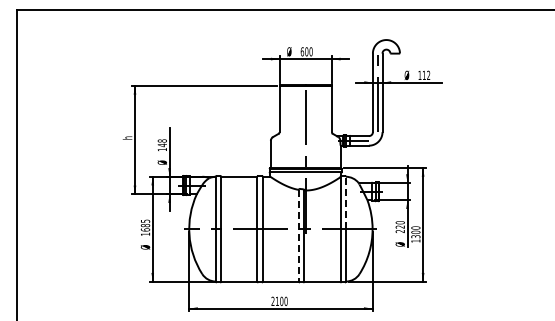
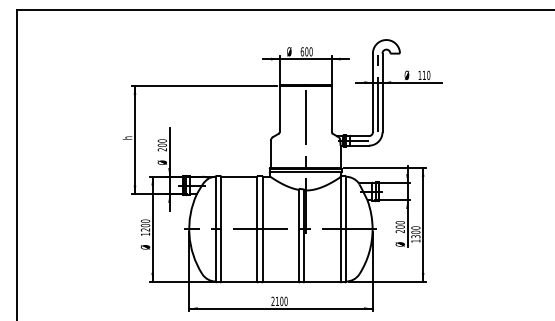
text at (428, 75): 112 -> 110
text at (161, 145): 148 -> 200
line at (345, 202): dashed -> solid
text at (145, 225): 1685 -> 1200
text at (399, 226): 220 -> 200
line at (299, 235): dashed -> solid
